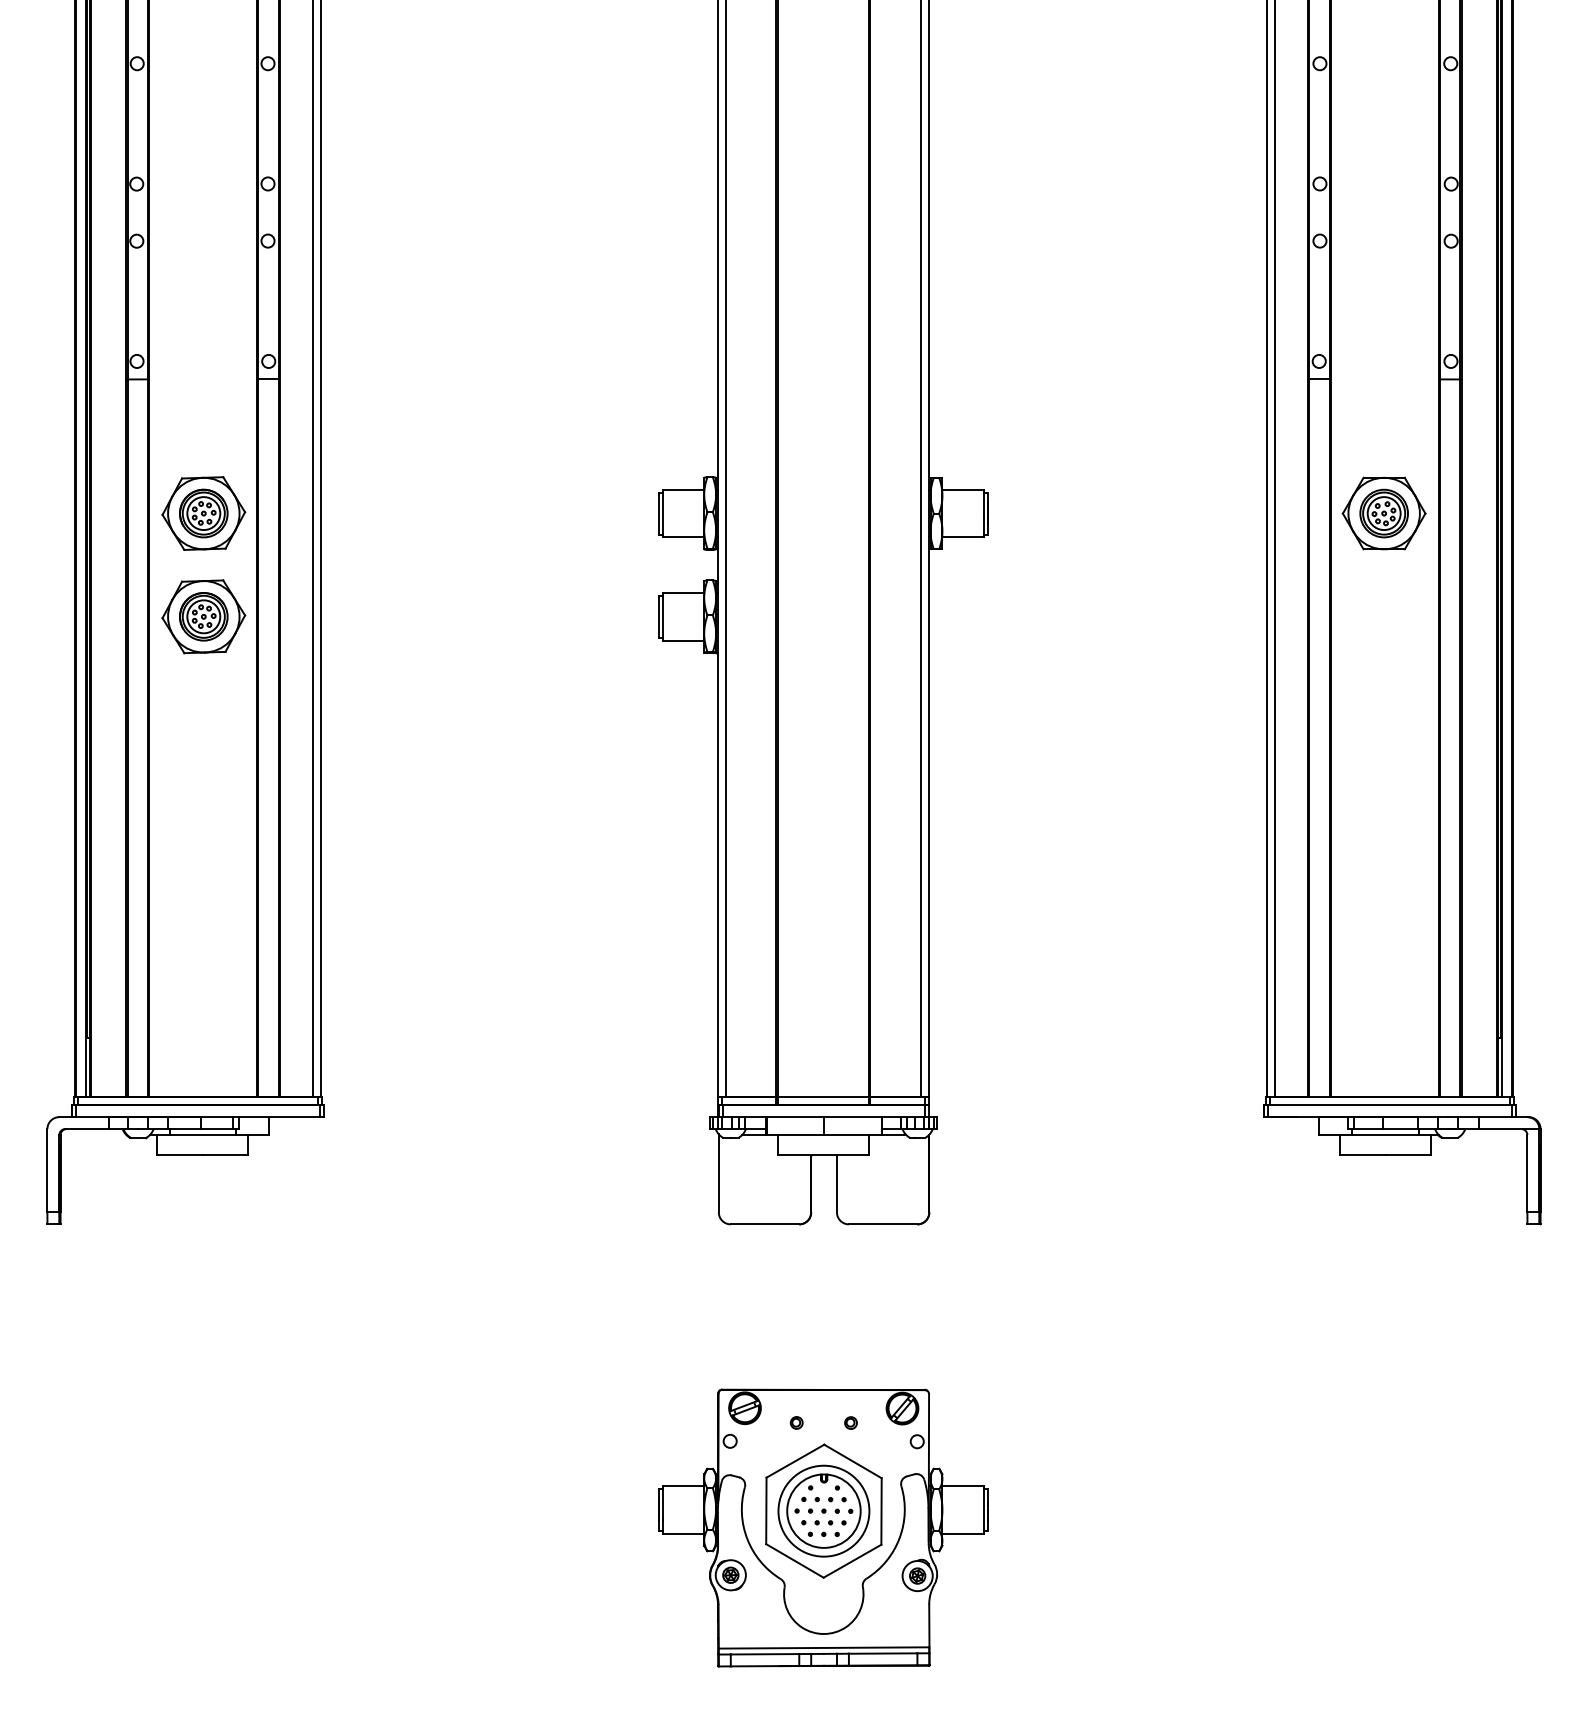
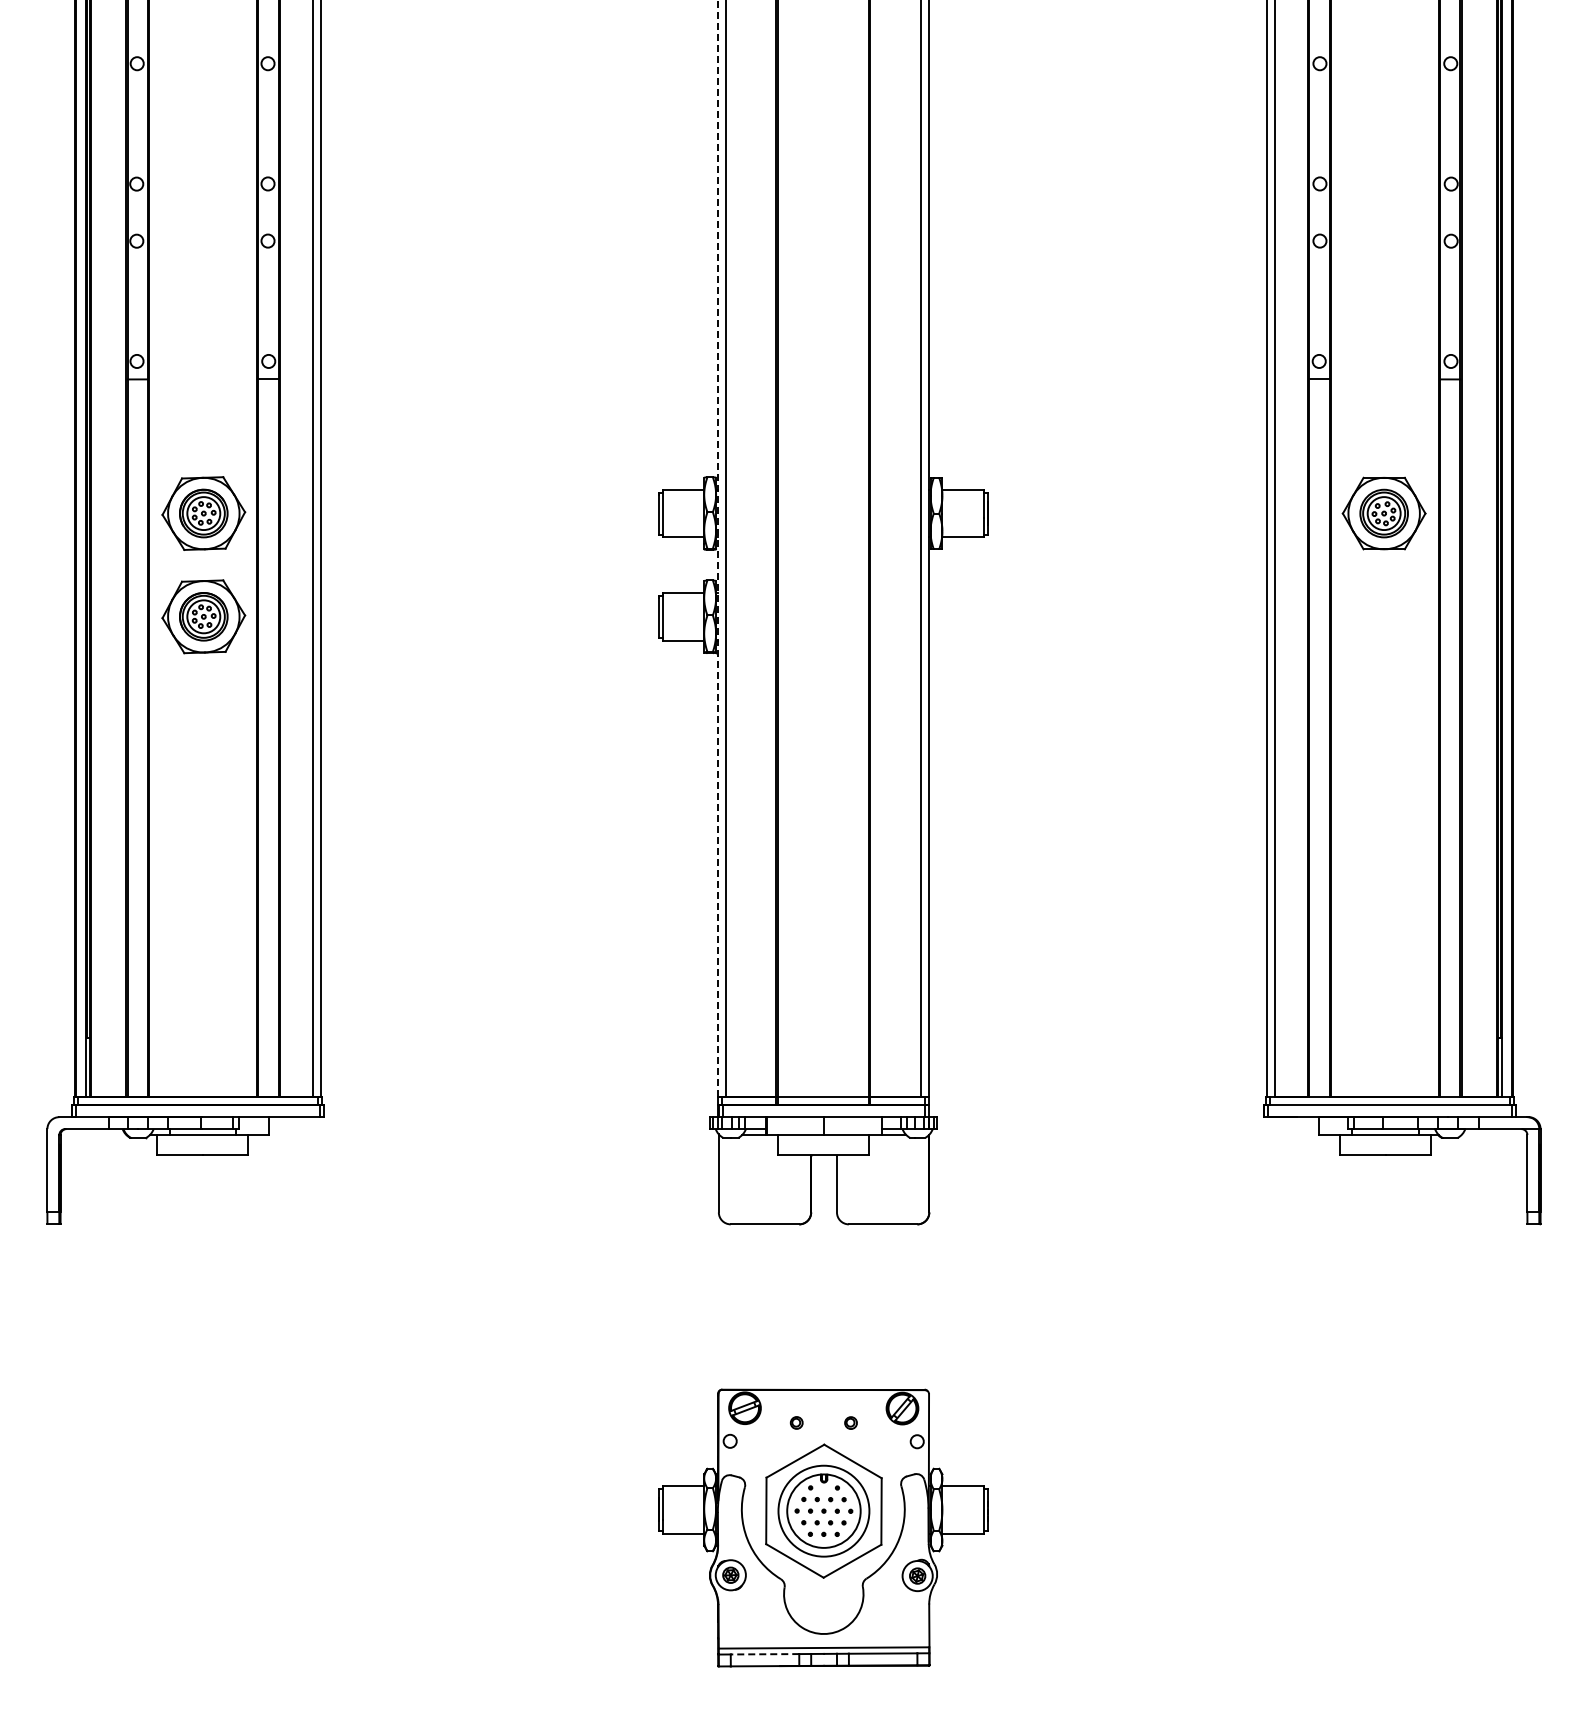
line at (718, 548): solid -> dashed
line at (764, 1654): solid -> dashed
